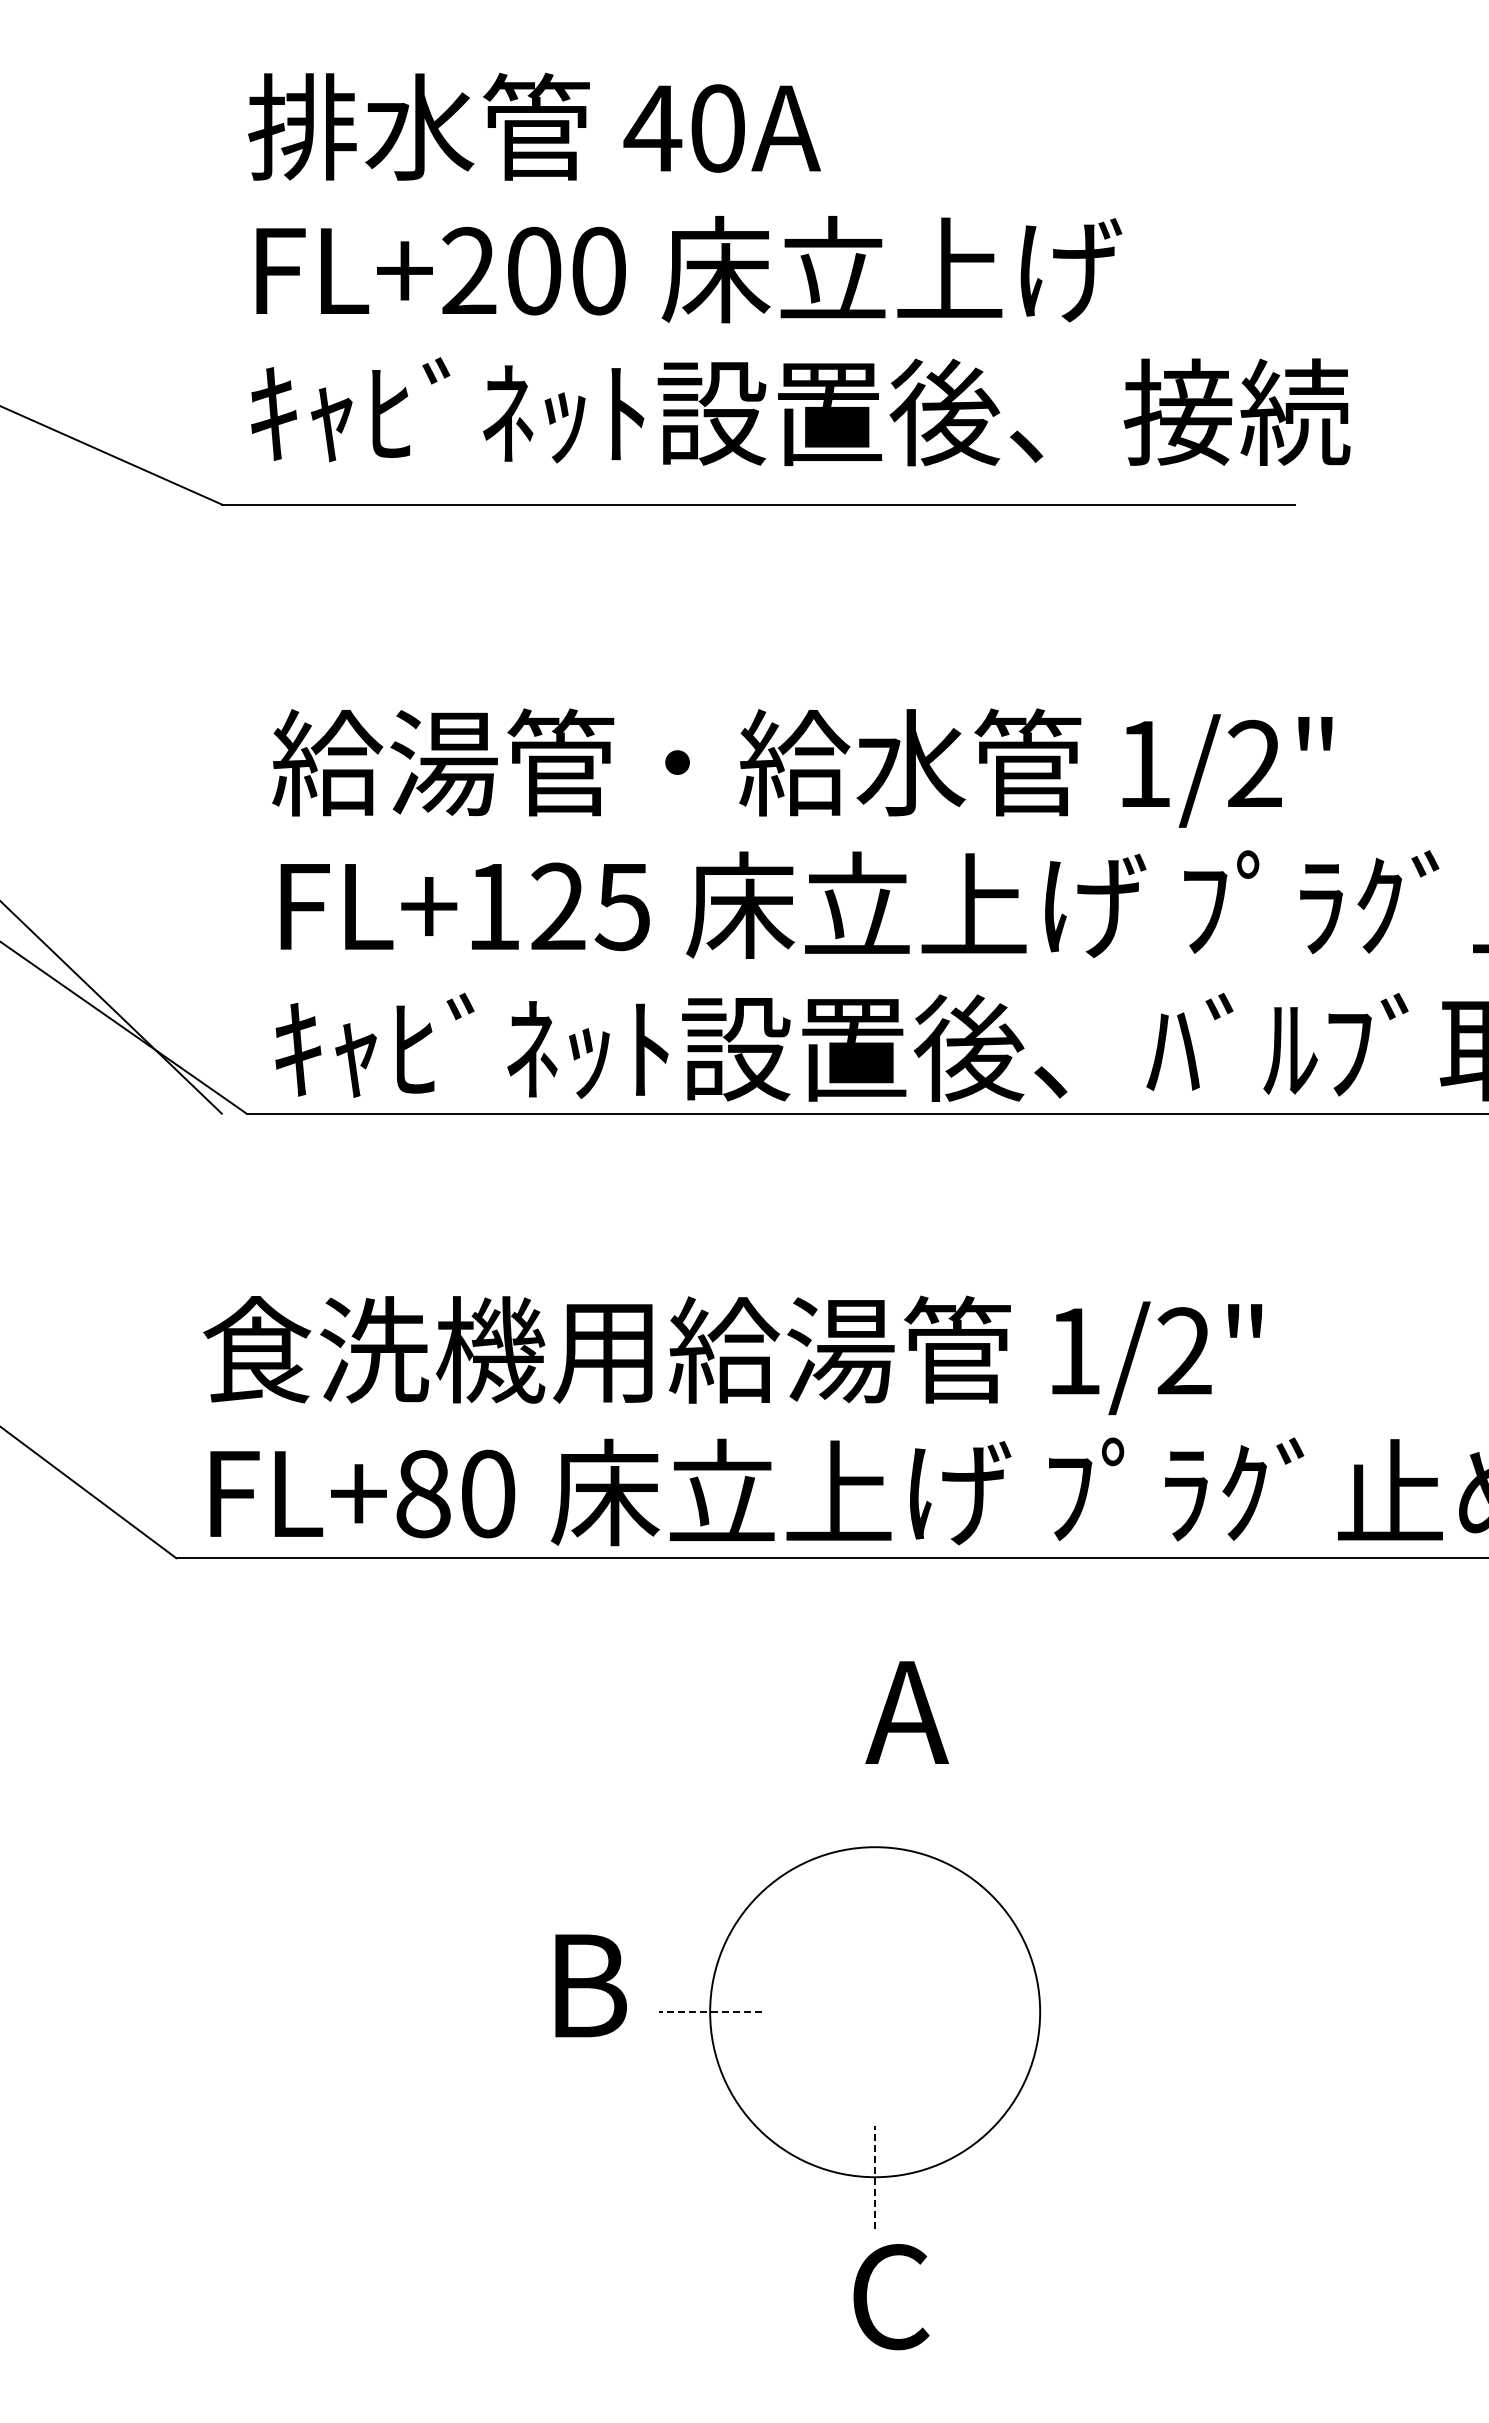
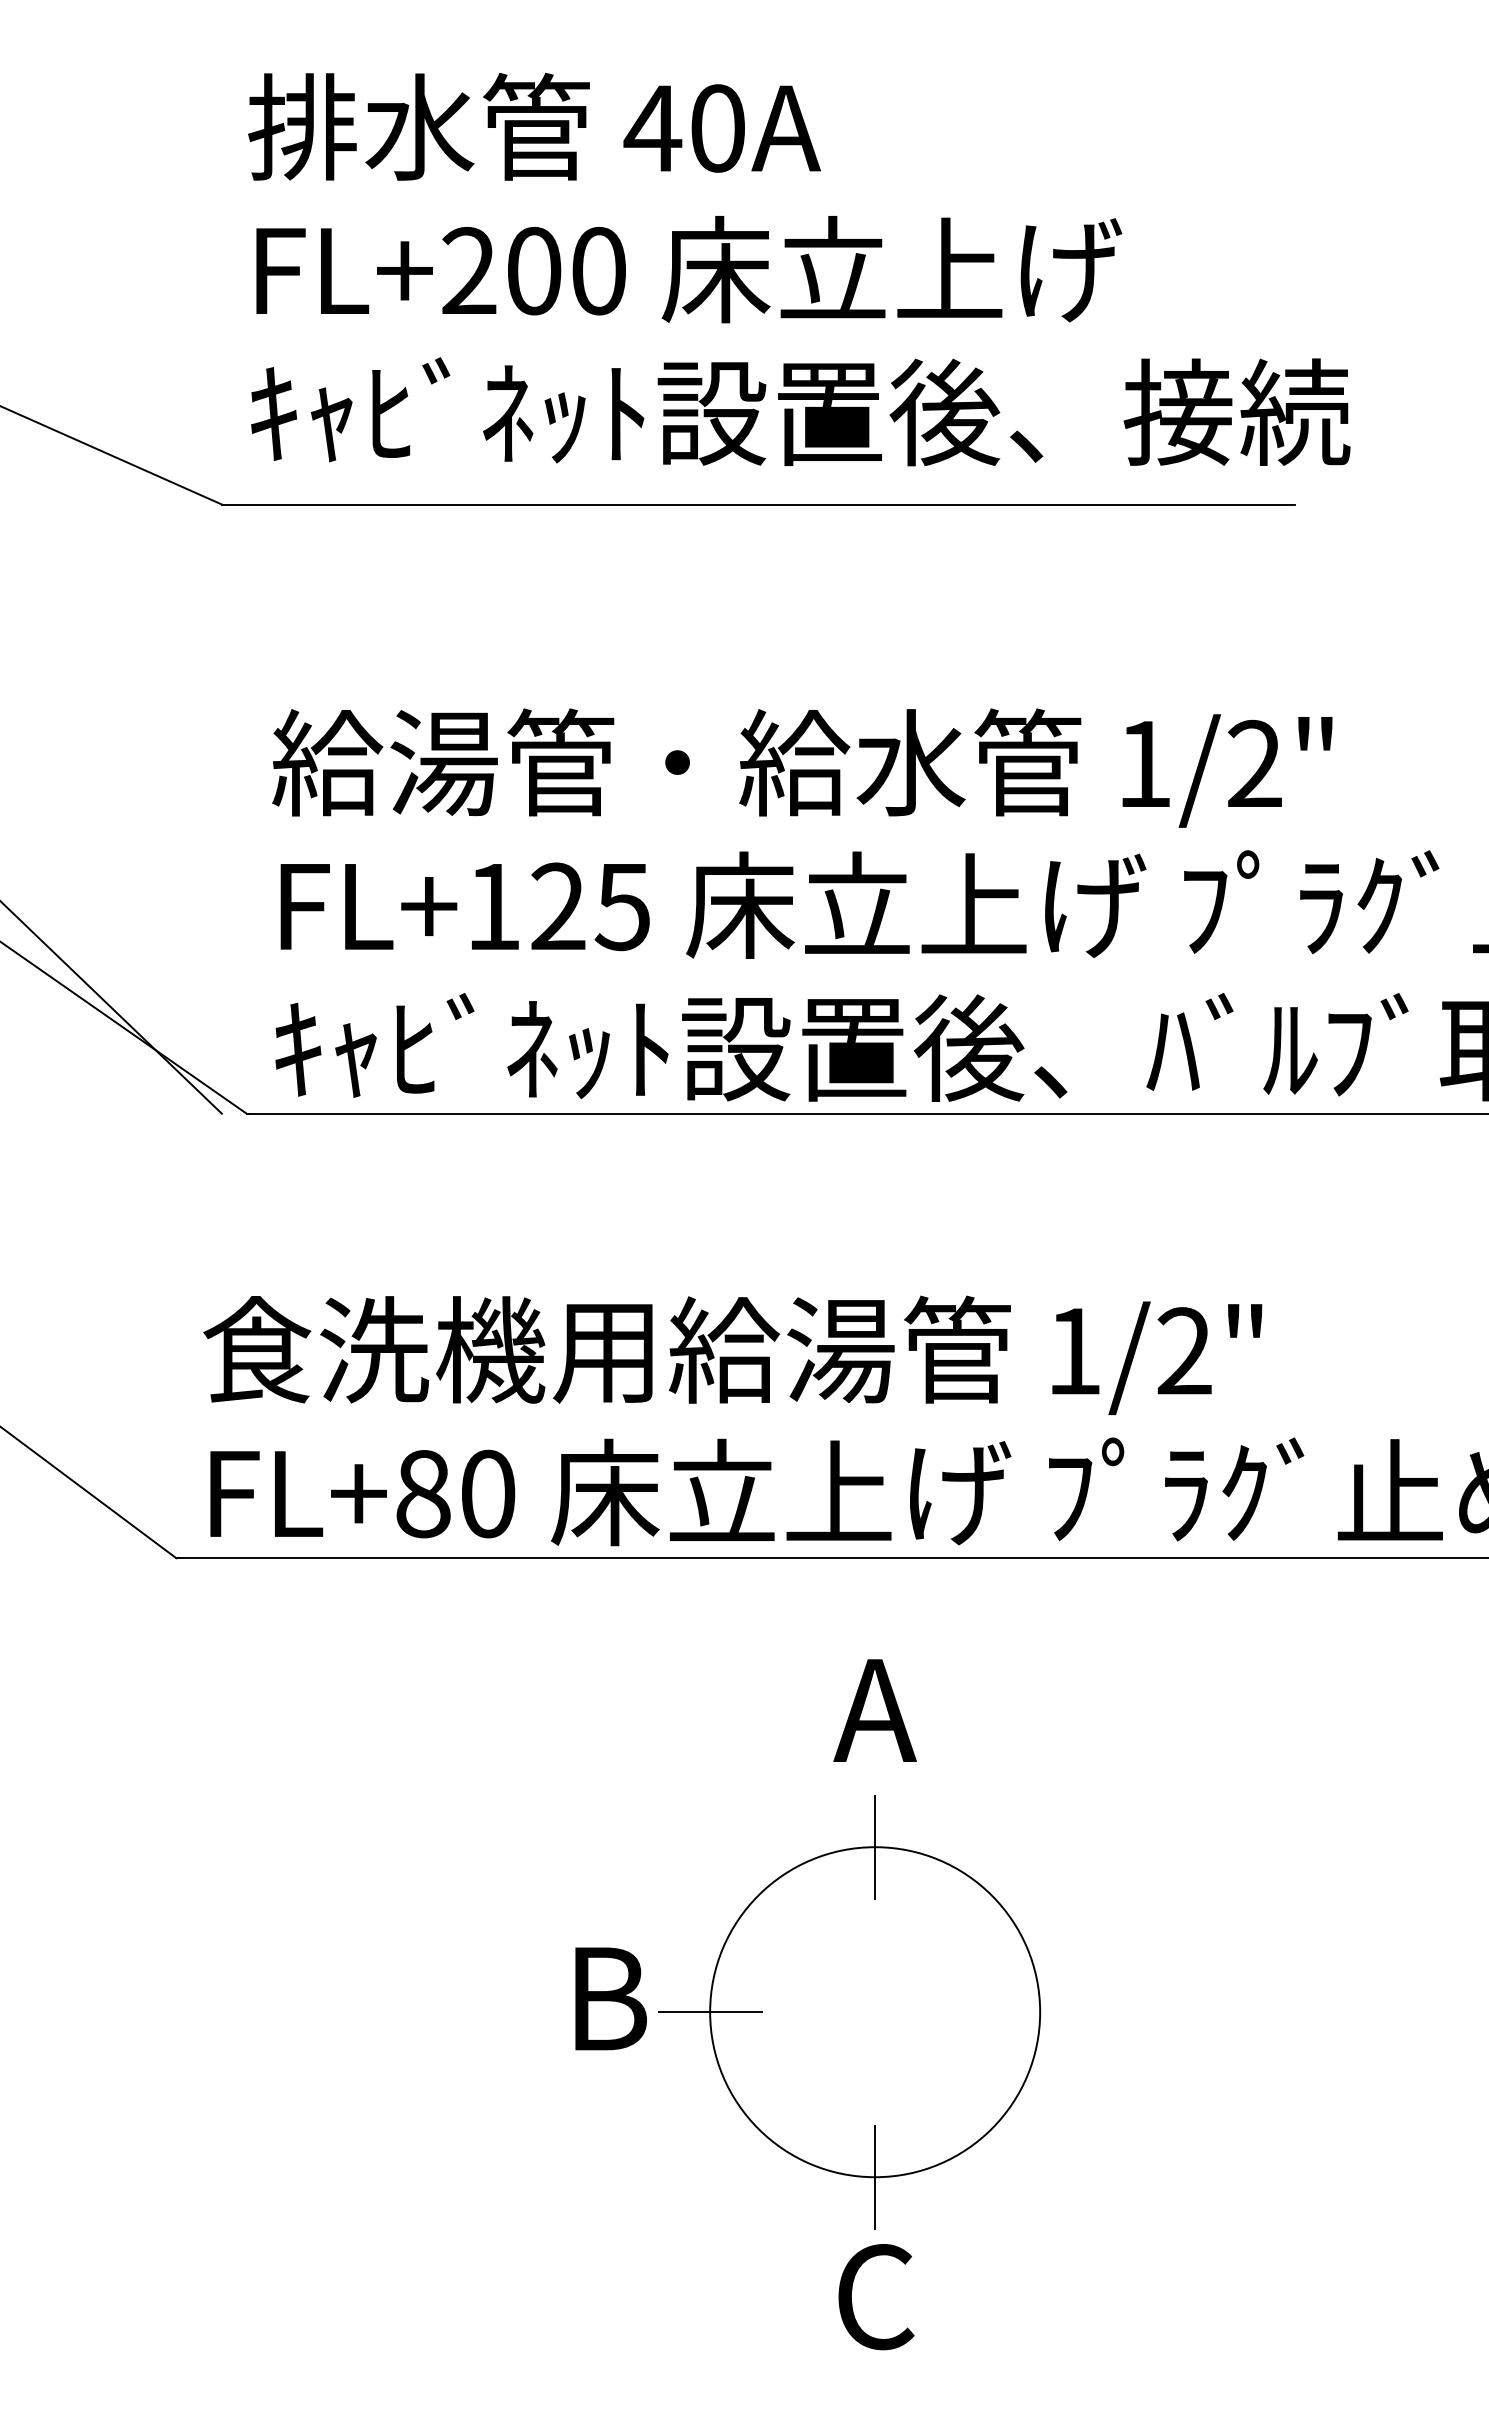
text at (906, 1712) position: (906, 1712) -> (874, 1710)
line at (875, 1846): none -> present
text at (590, 1985) position: (590, 1985) -> (610, 1998)
line at (709, 2012): dashed -> solid
line at (875, 2176): dashed -> solid
text at (891, 2297) position: (891, 2297) -> (876, 2297)
